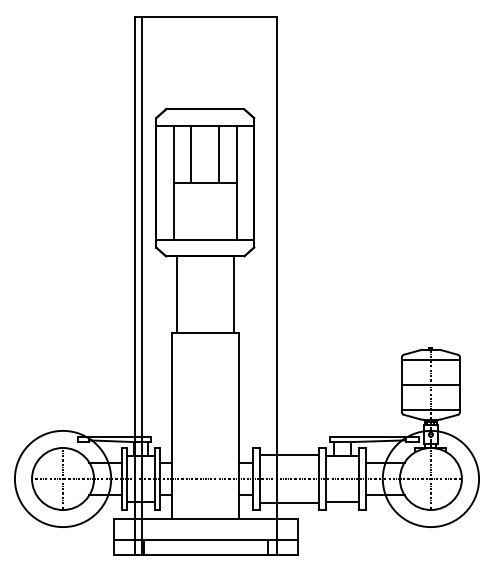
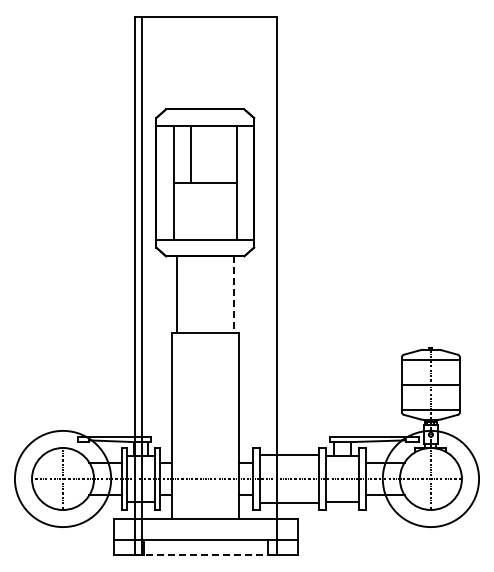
line at (219, 153): present -> none
line at (233, 295): solid -> dashed
line at (205, 554): solid -> dashed
